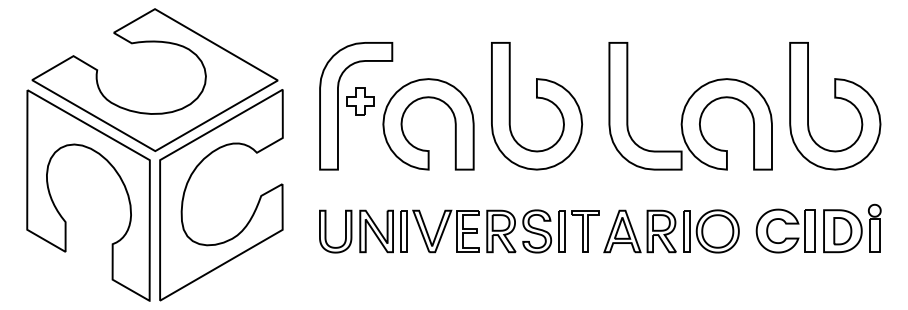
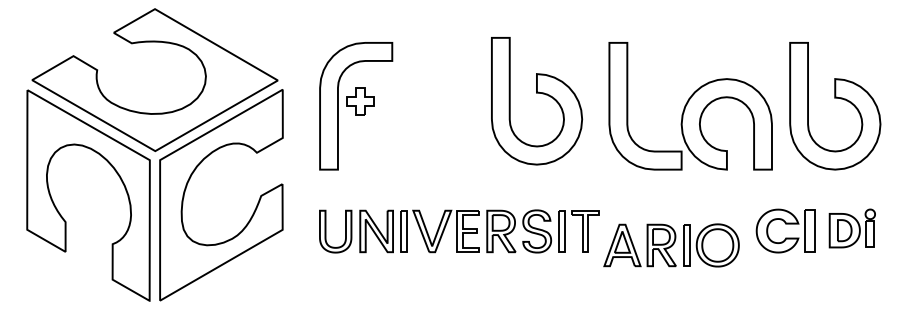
part at (537, 98) position: (537, 98) -> (537, 93)
part at (425, 149): present -> none
part at (852, 228) size: 59x51 px -> 48x41 px
part at (671, 231) position: (671, 231) -> (671, 245)
